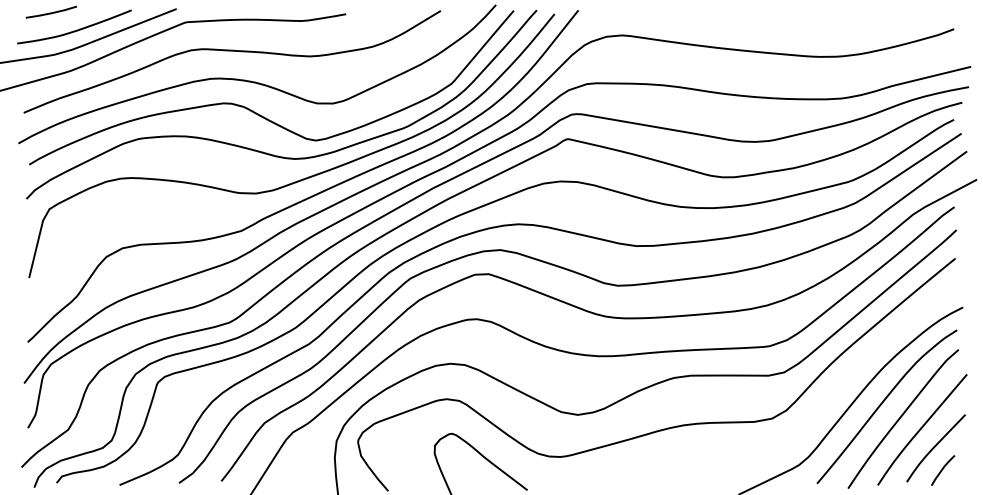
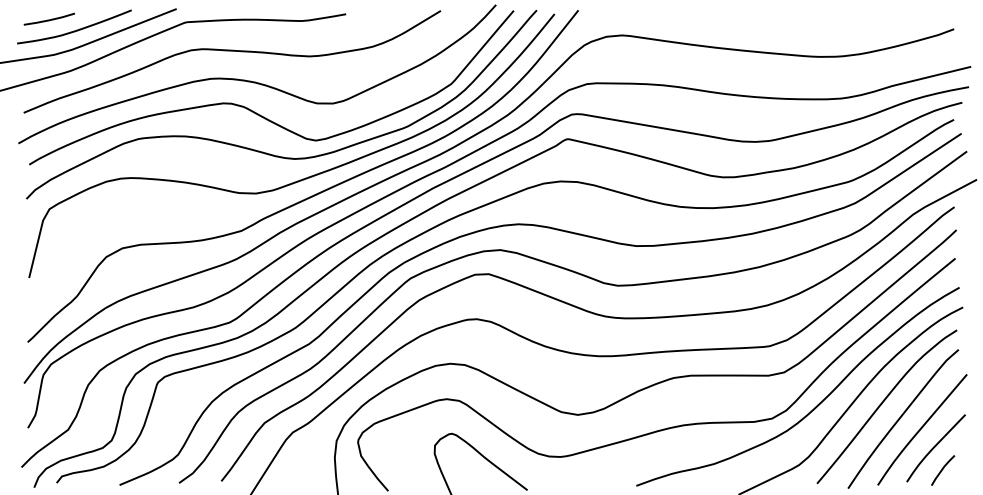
line at (50, 12) position: (50, 12) -> (48, 19)
curve at (816, 405): none -> present
